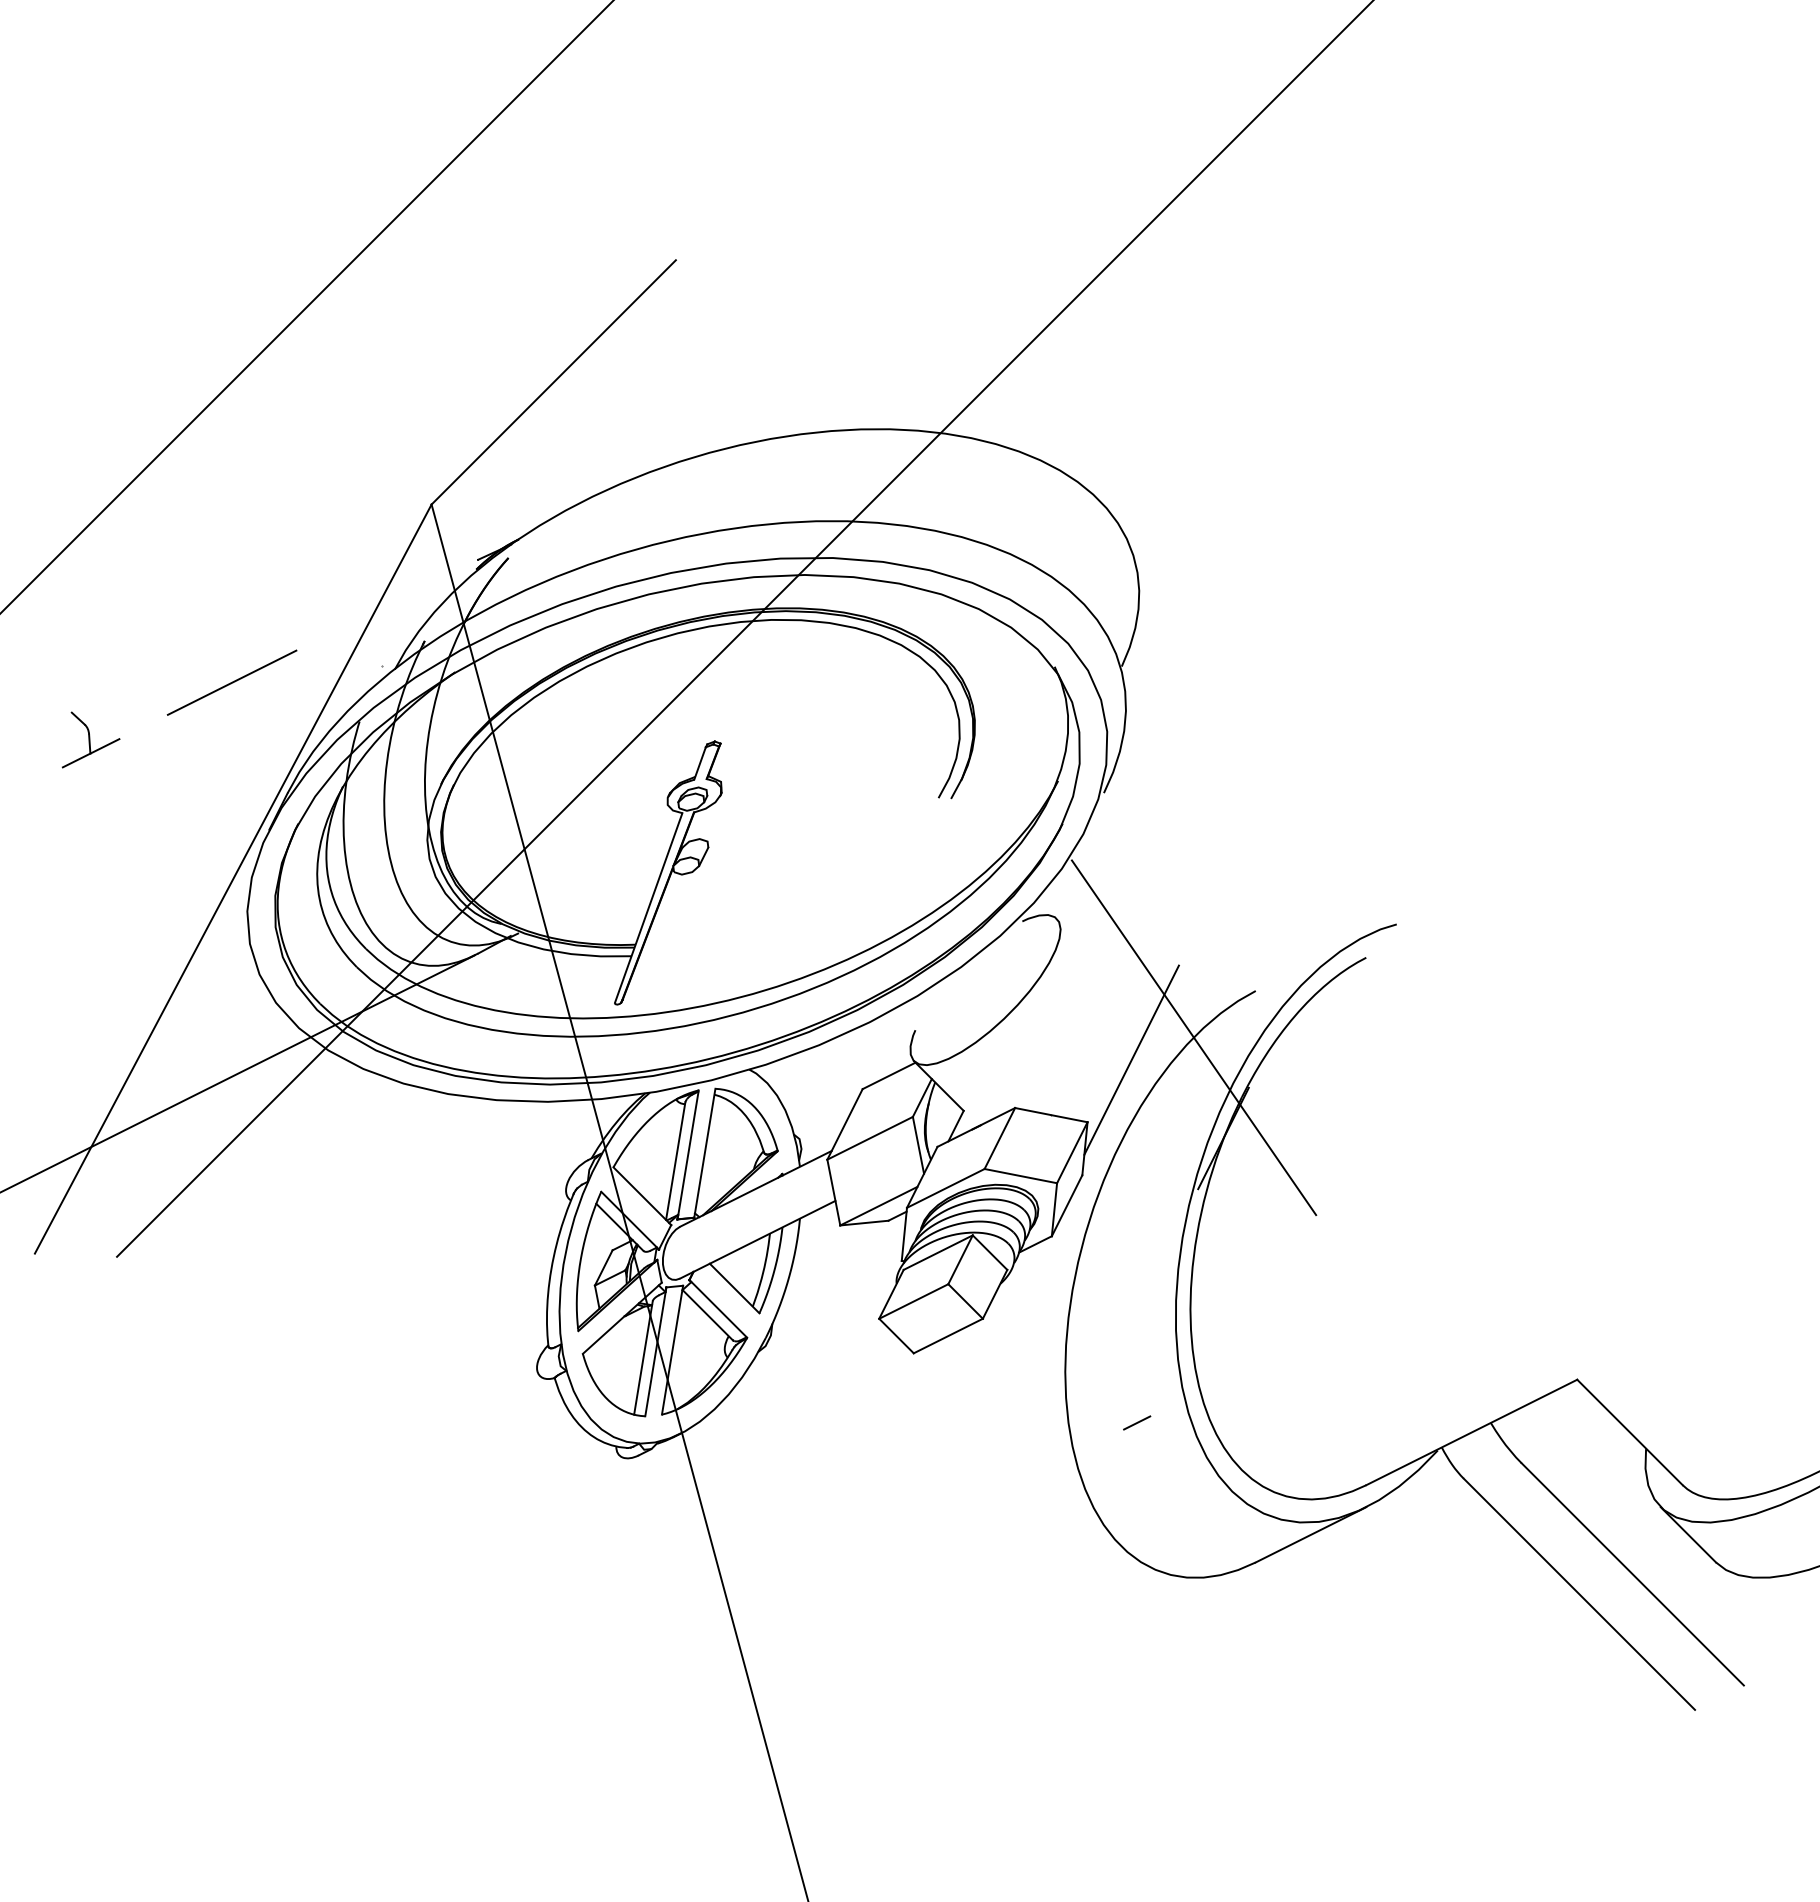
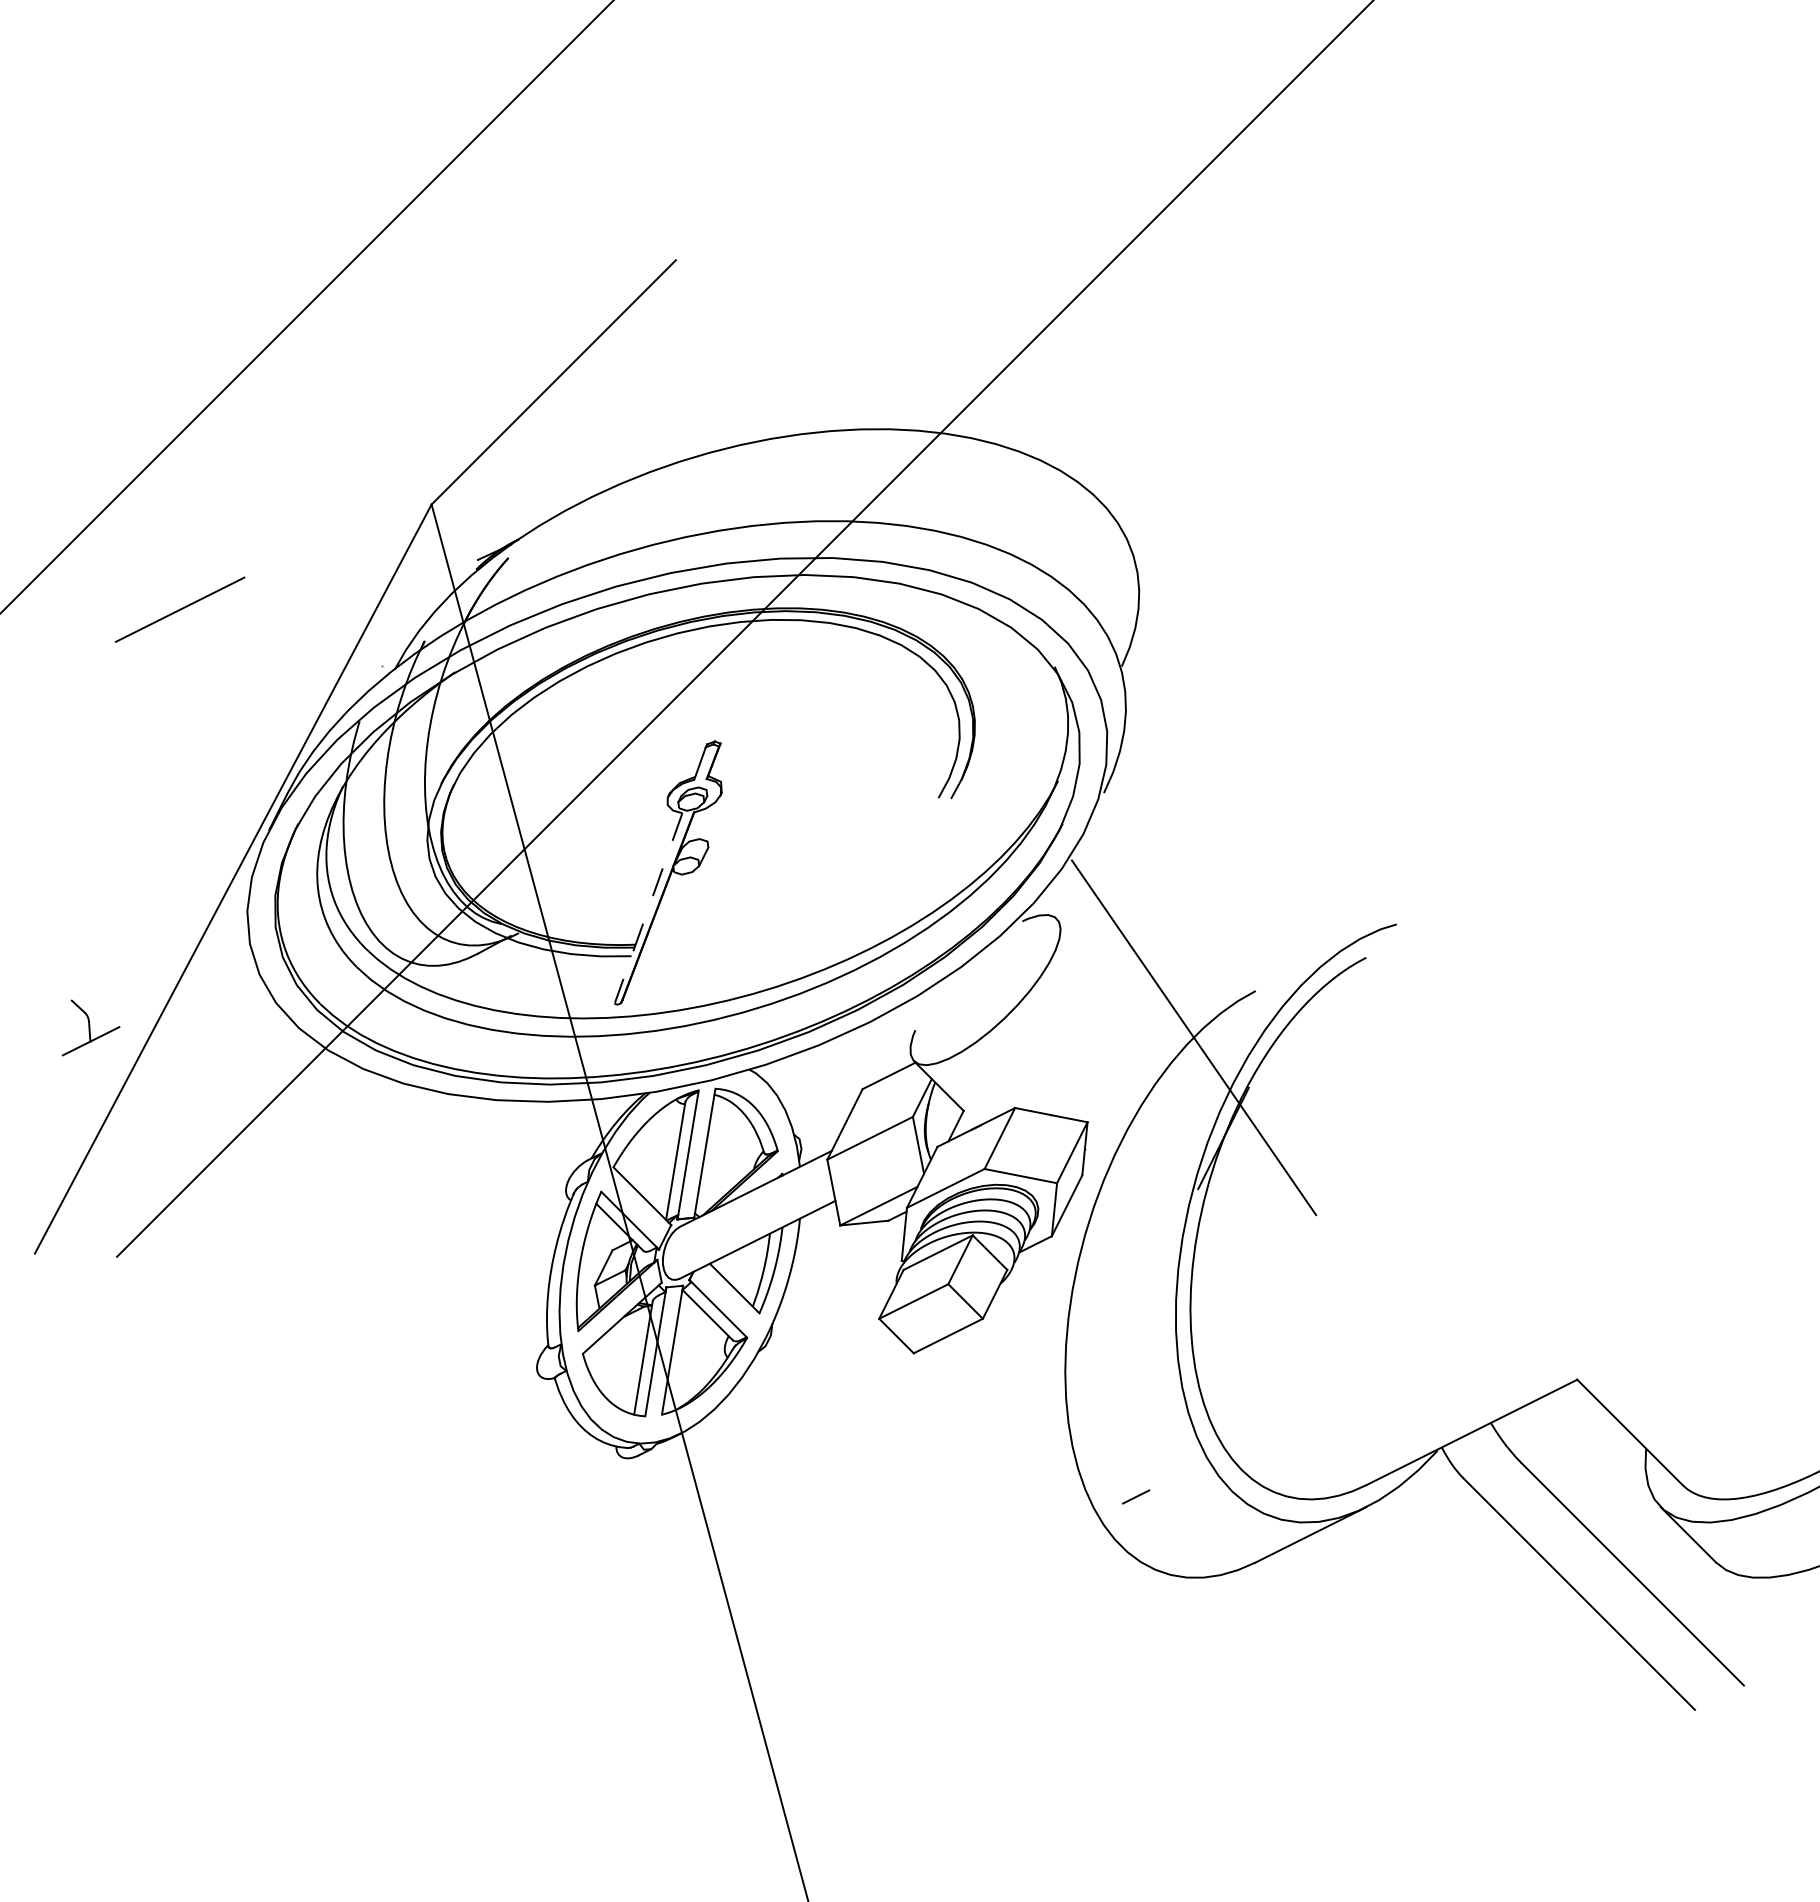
line at (231, 682) position: (231, 682) -> (179, 609)
part at (90, 739) position: (90, 739) -> (90, 1027)
line at (648, 907): solid -> dashed
line at (1131, 1059): present -> none
line at (238, 1073): present -> none
line at (1137, 1422) position: (1137, 1422) -> (1136, 1496)
